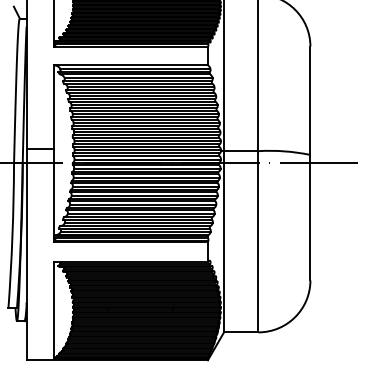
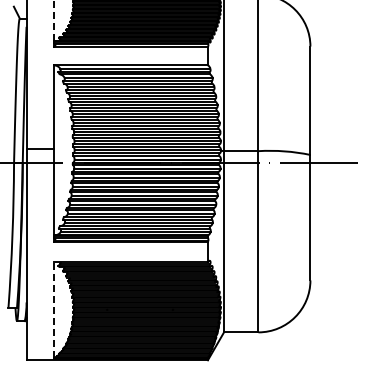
line at (53, 20): solid -> dashed
line at (53, 310): solid -> dashed
